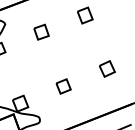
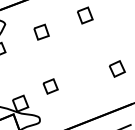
part at (106, 68) position: (106, 68) -> (116, 68)
part at (63, 86) position: (63, 86) -> (50, 86)
